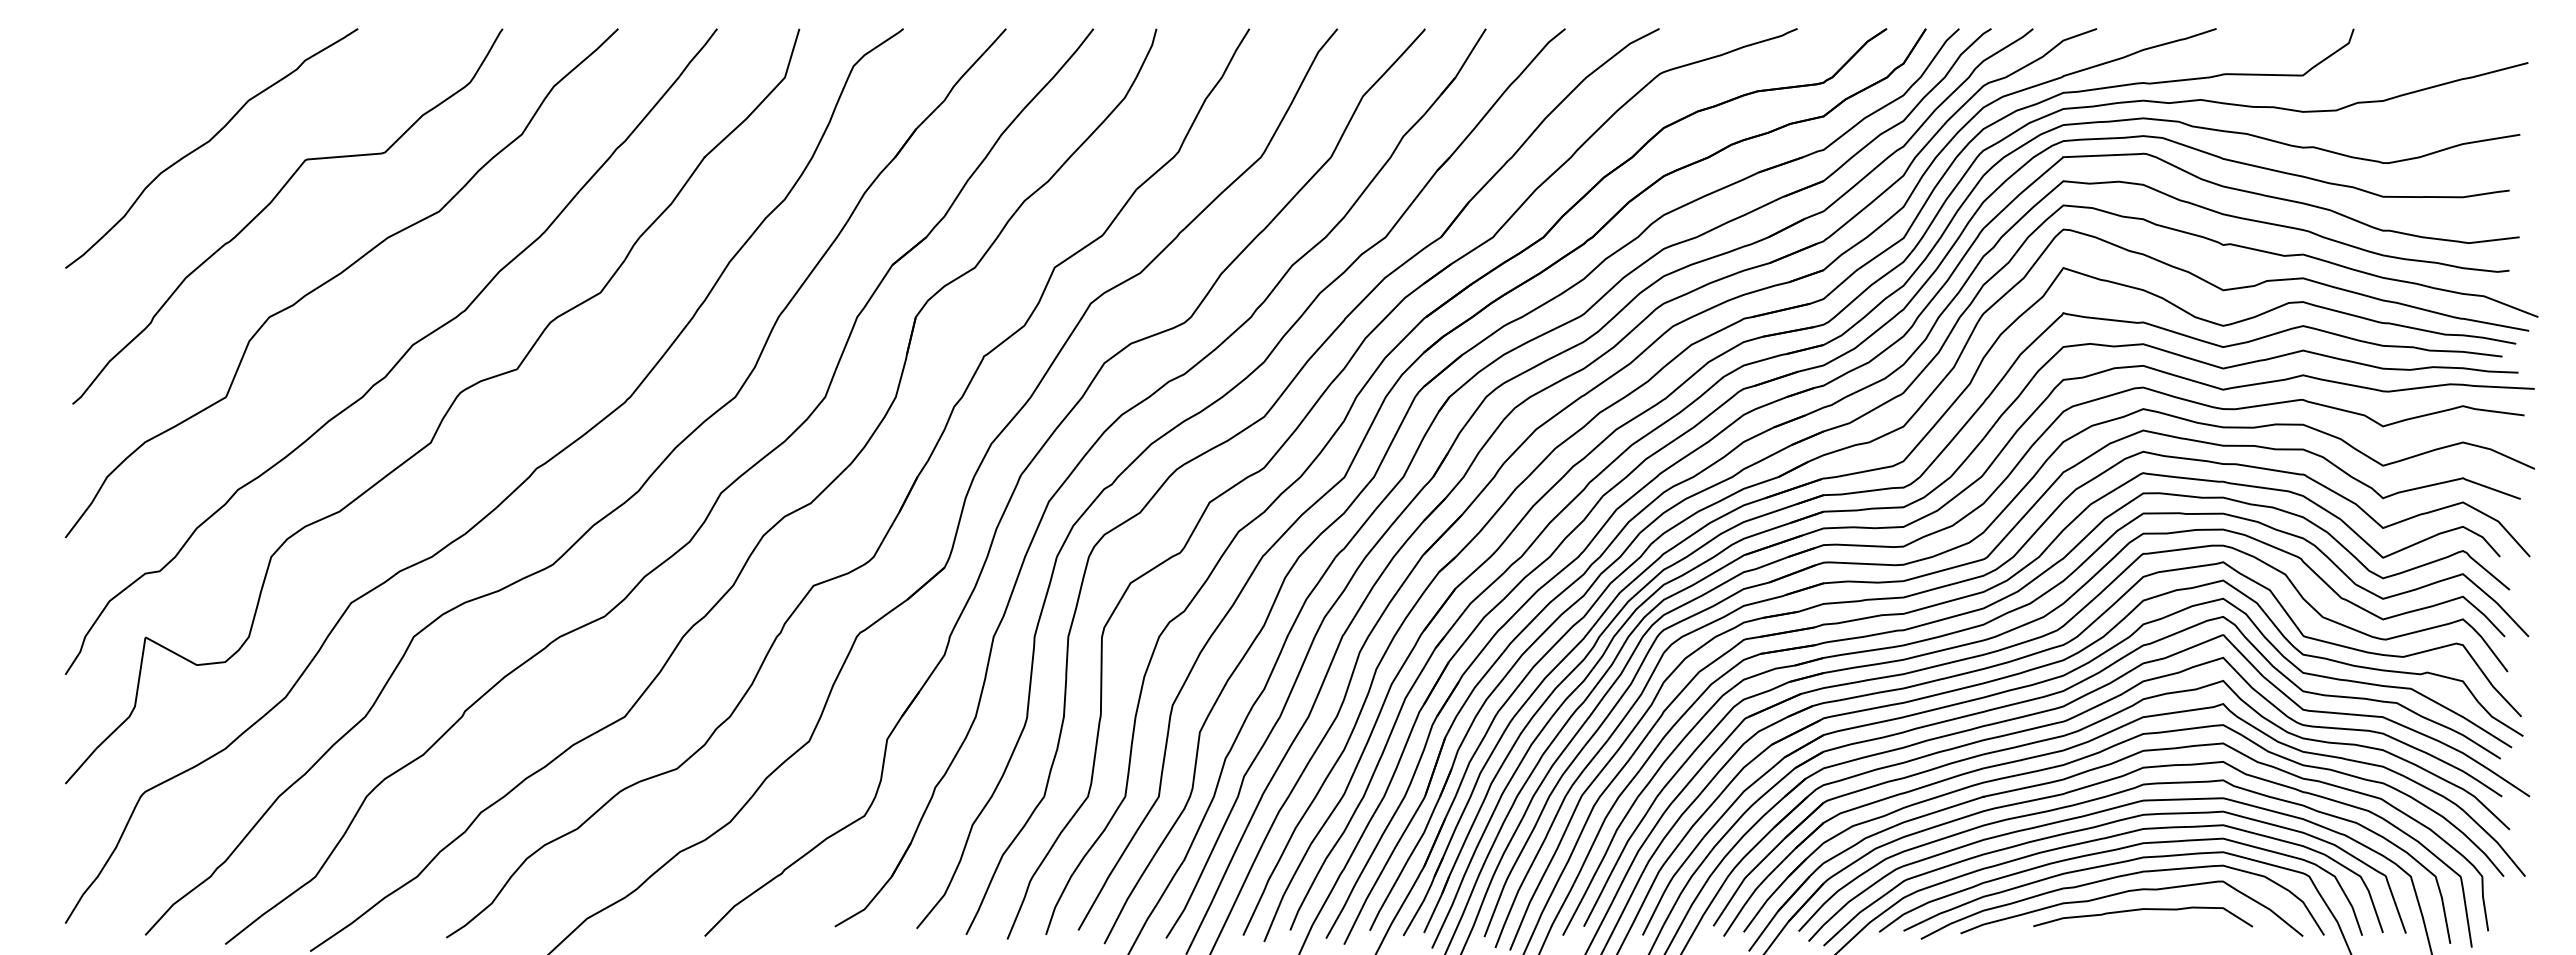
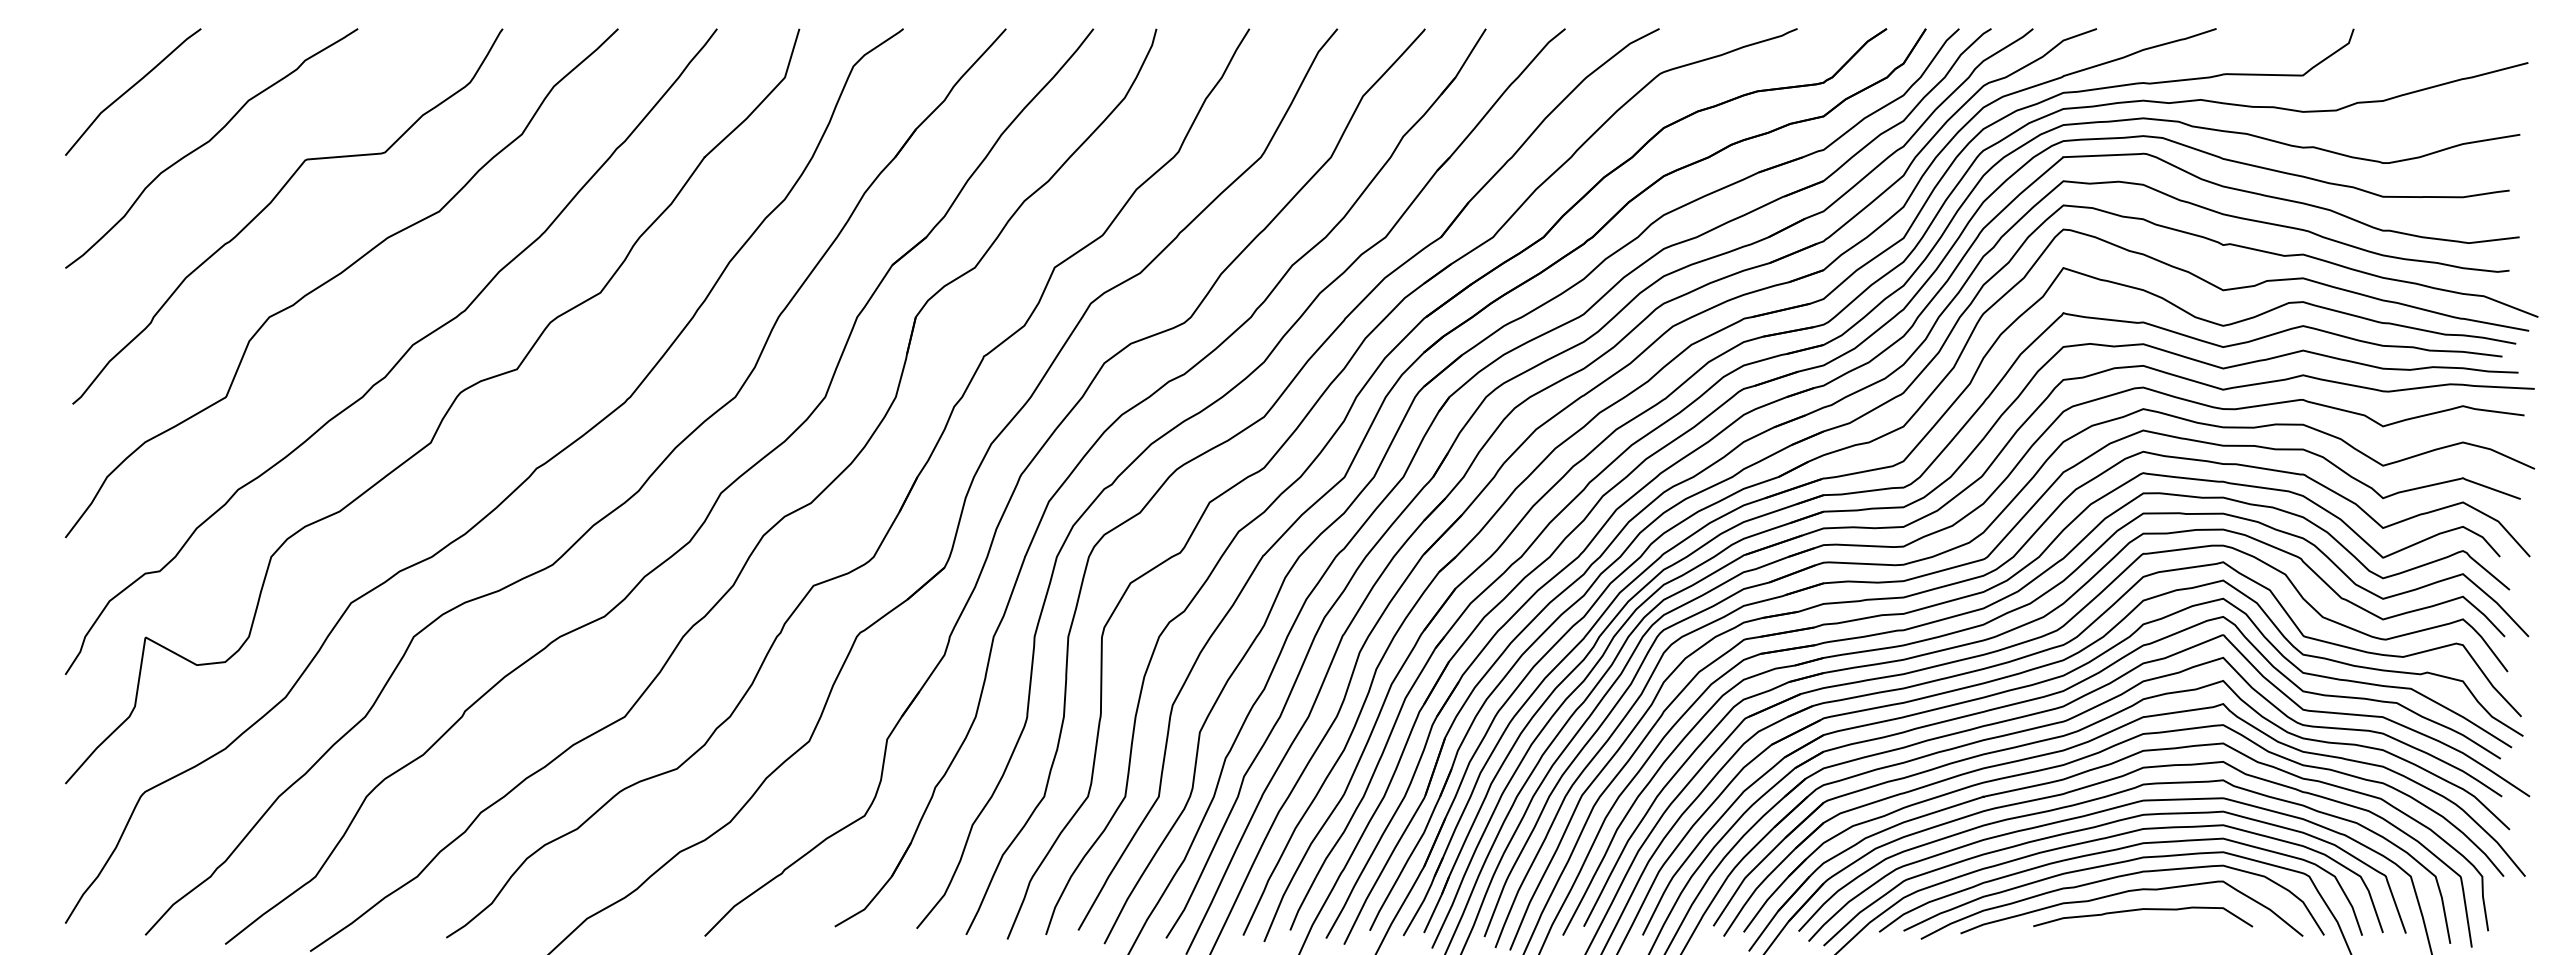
curve at (131, 88): none -> present
